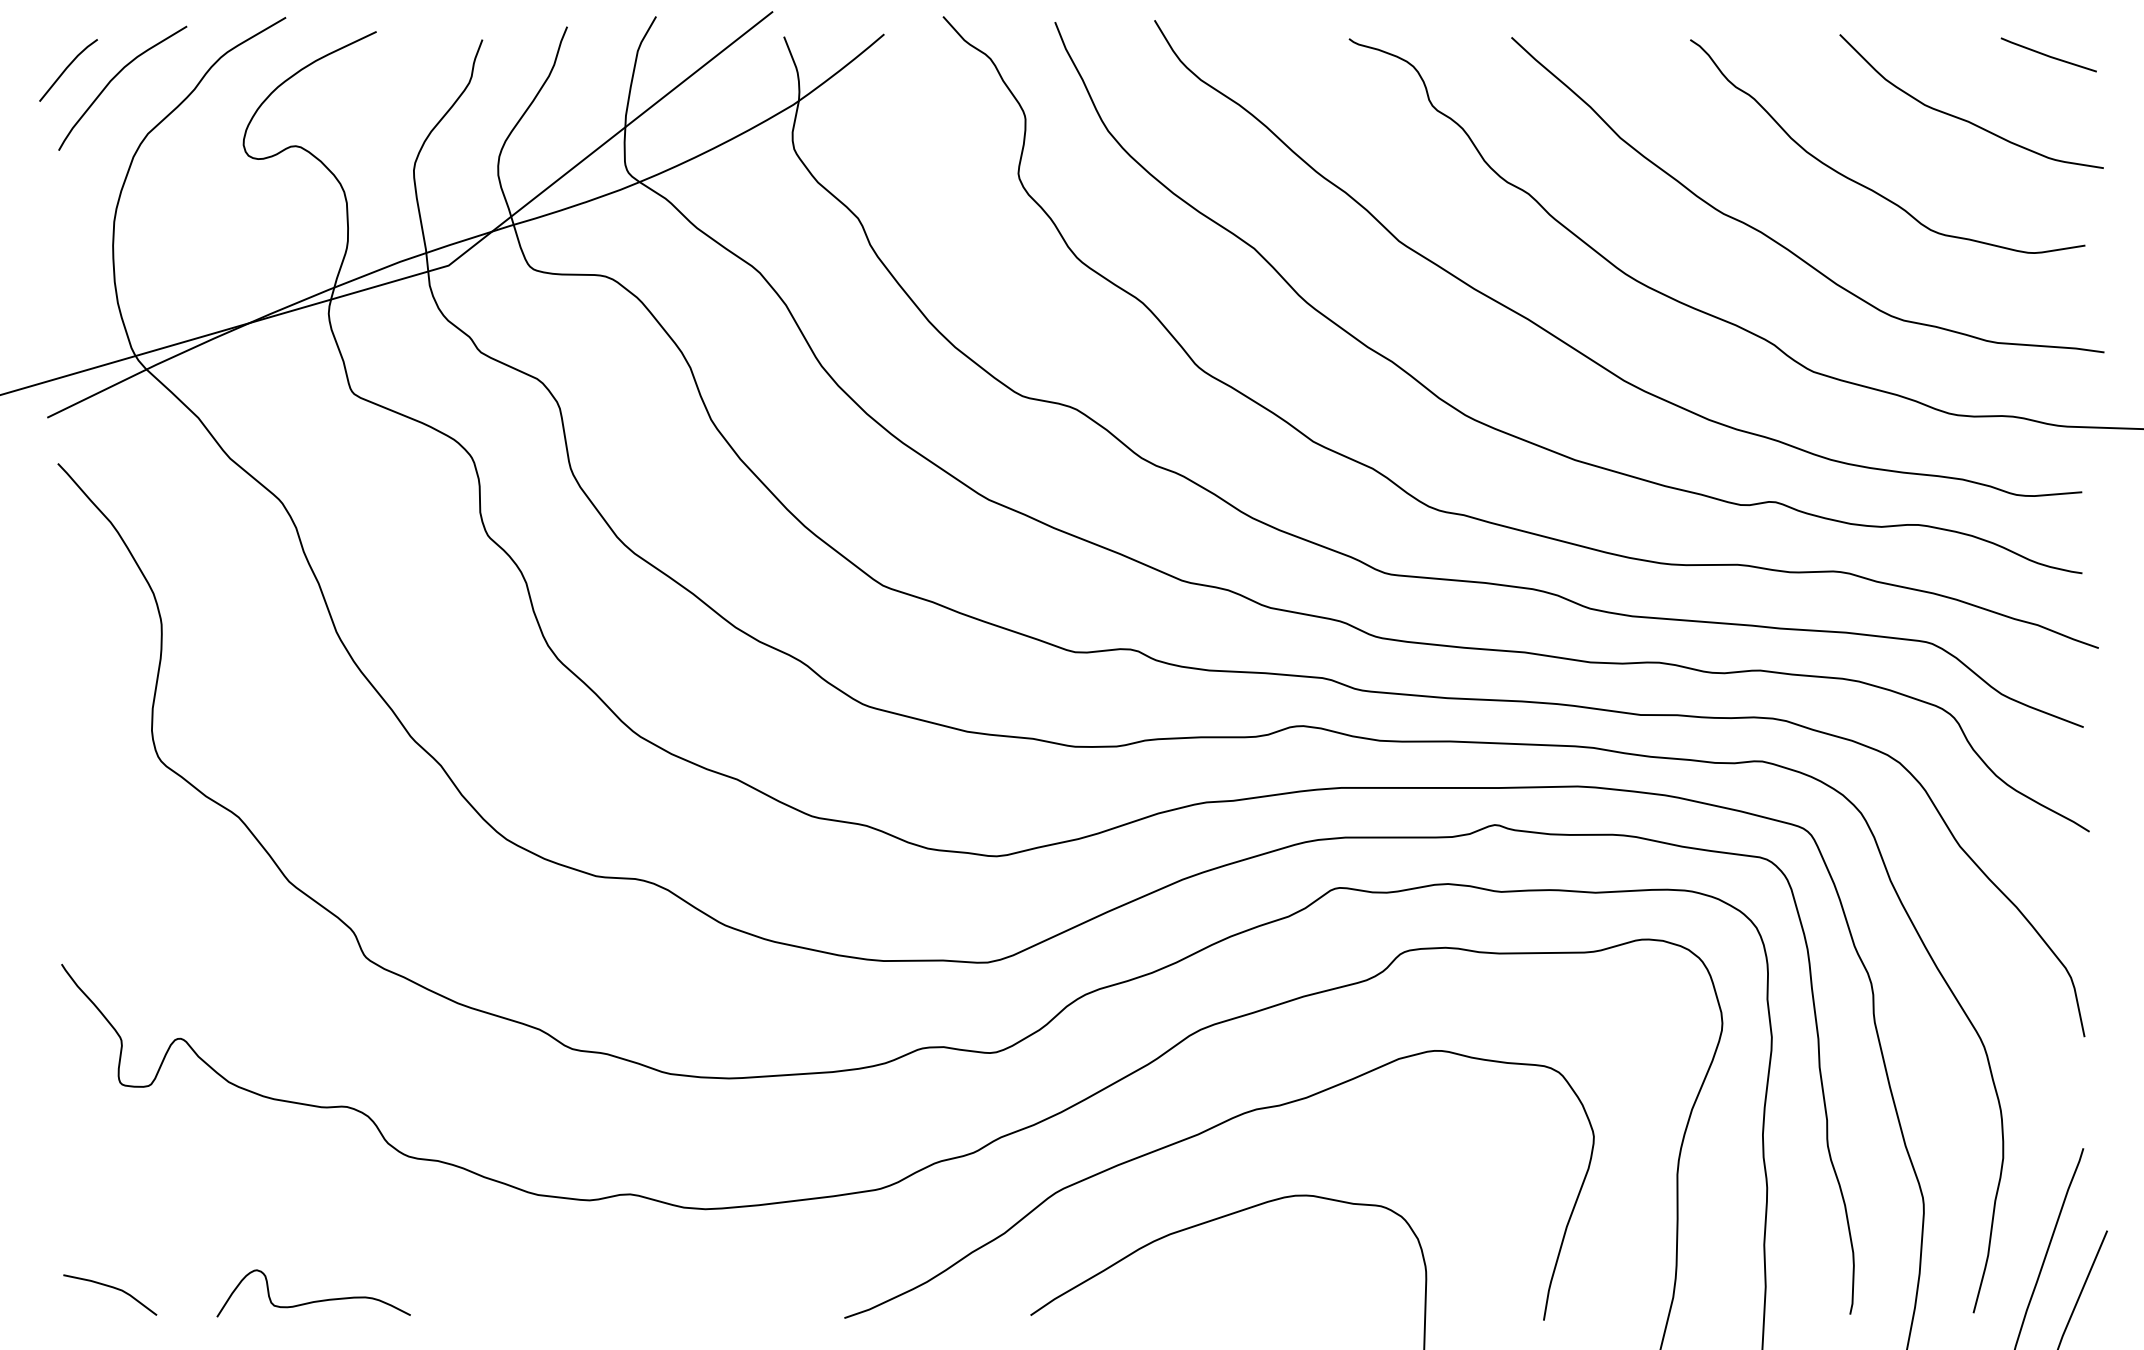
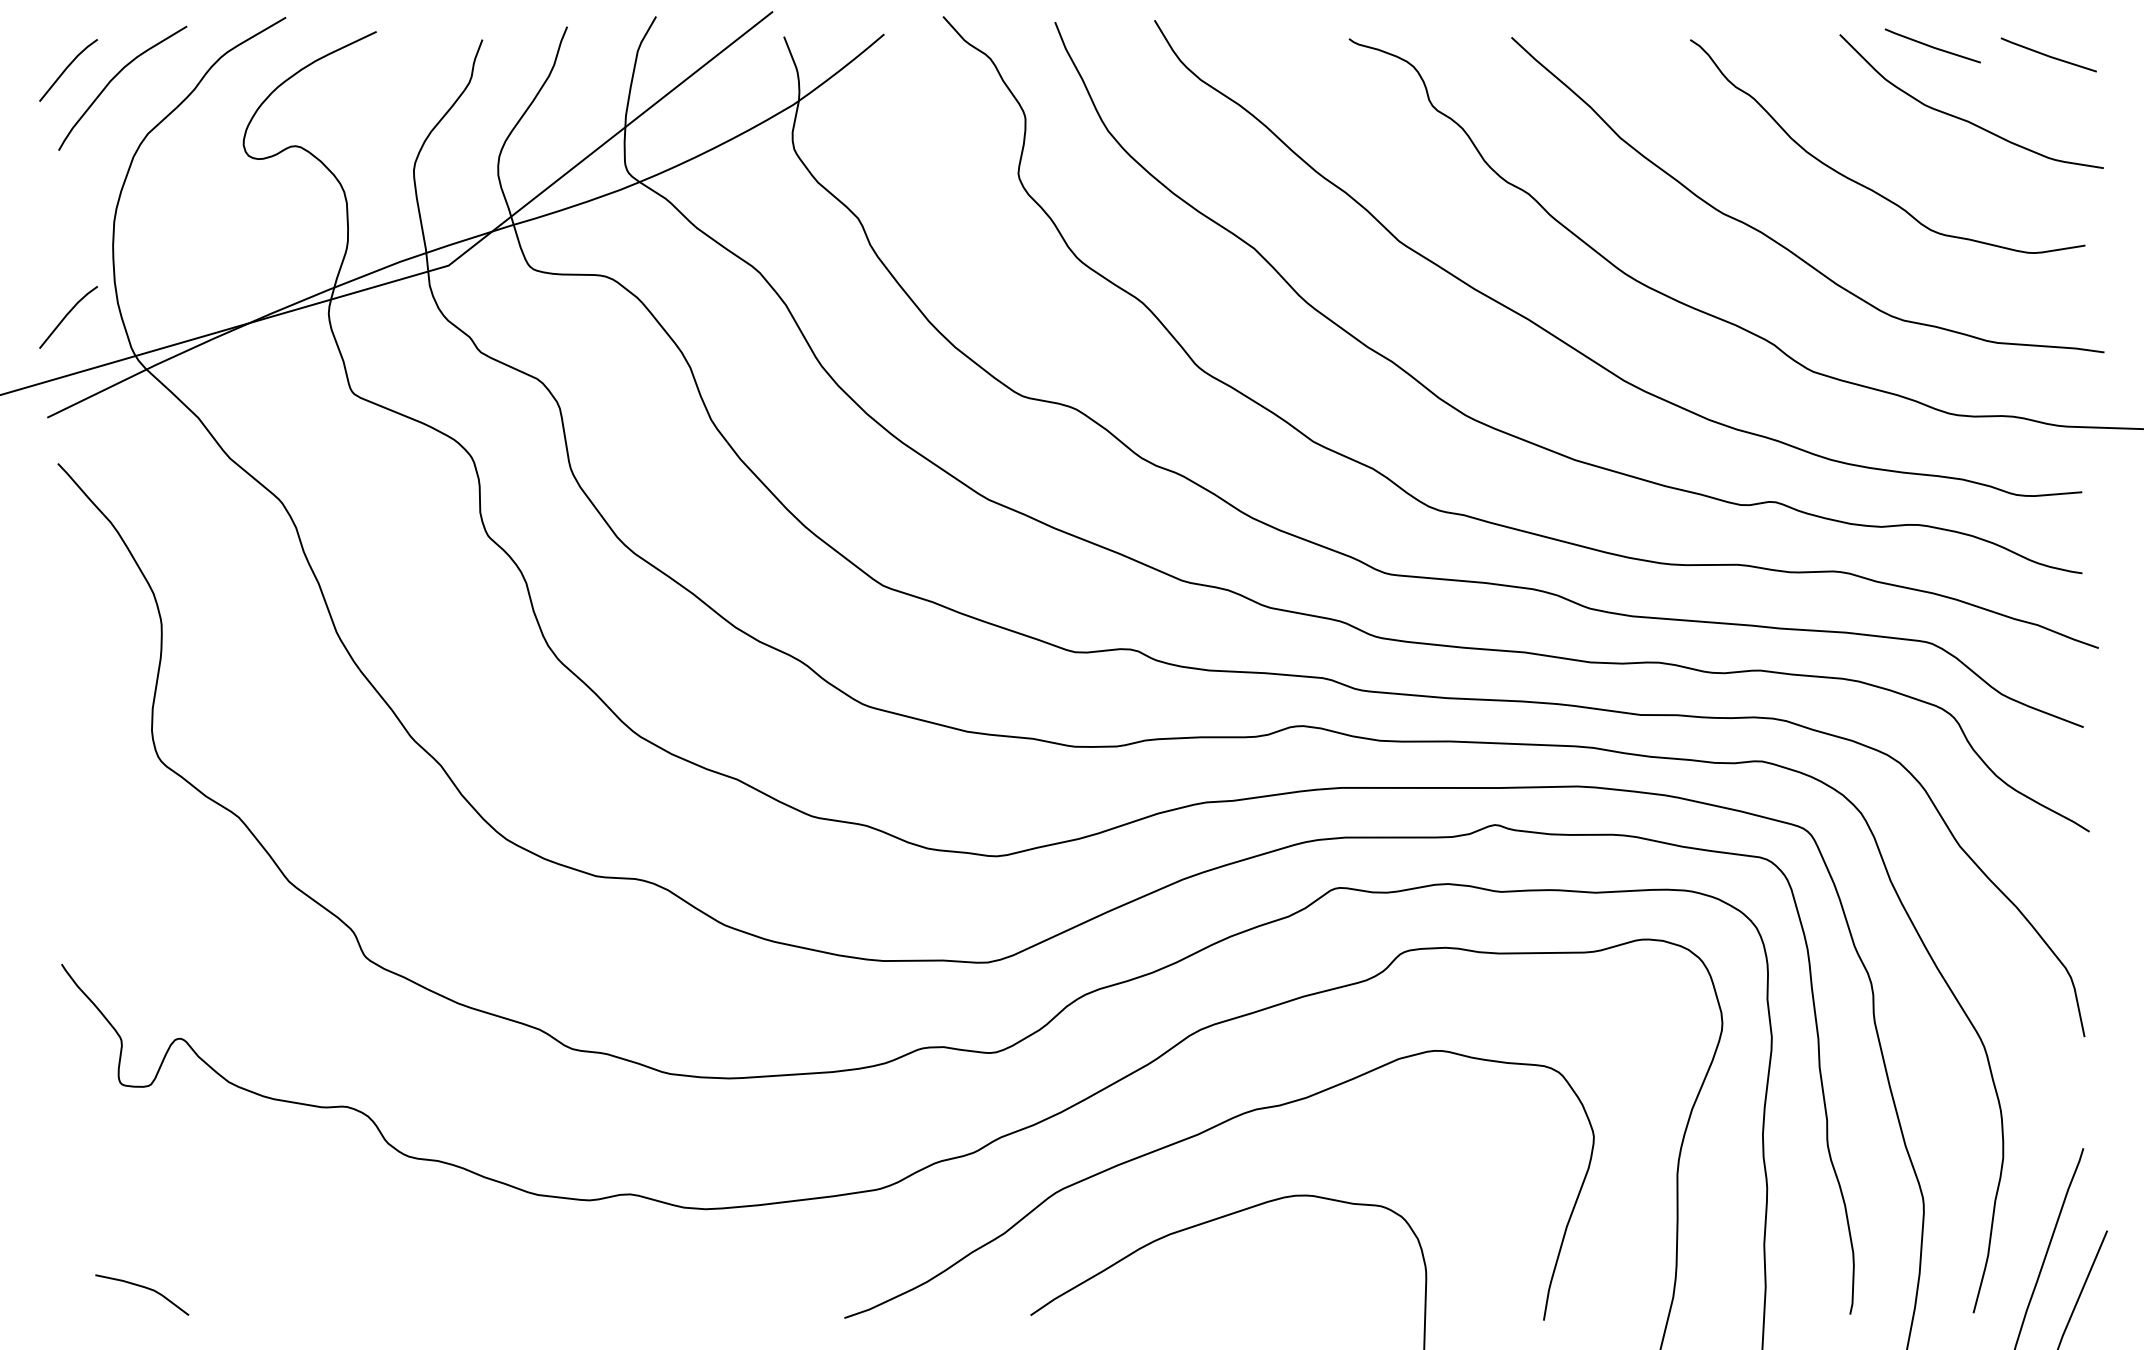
line at (1931, 45): none -> present
line at (67, 315): none -> present
curve at (112, 1288) position: (112, 1288) -> (144, 1288)
curve at (315, 1300): present -> none
